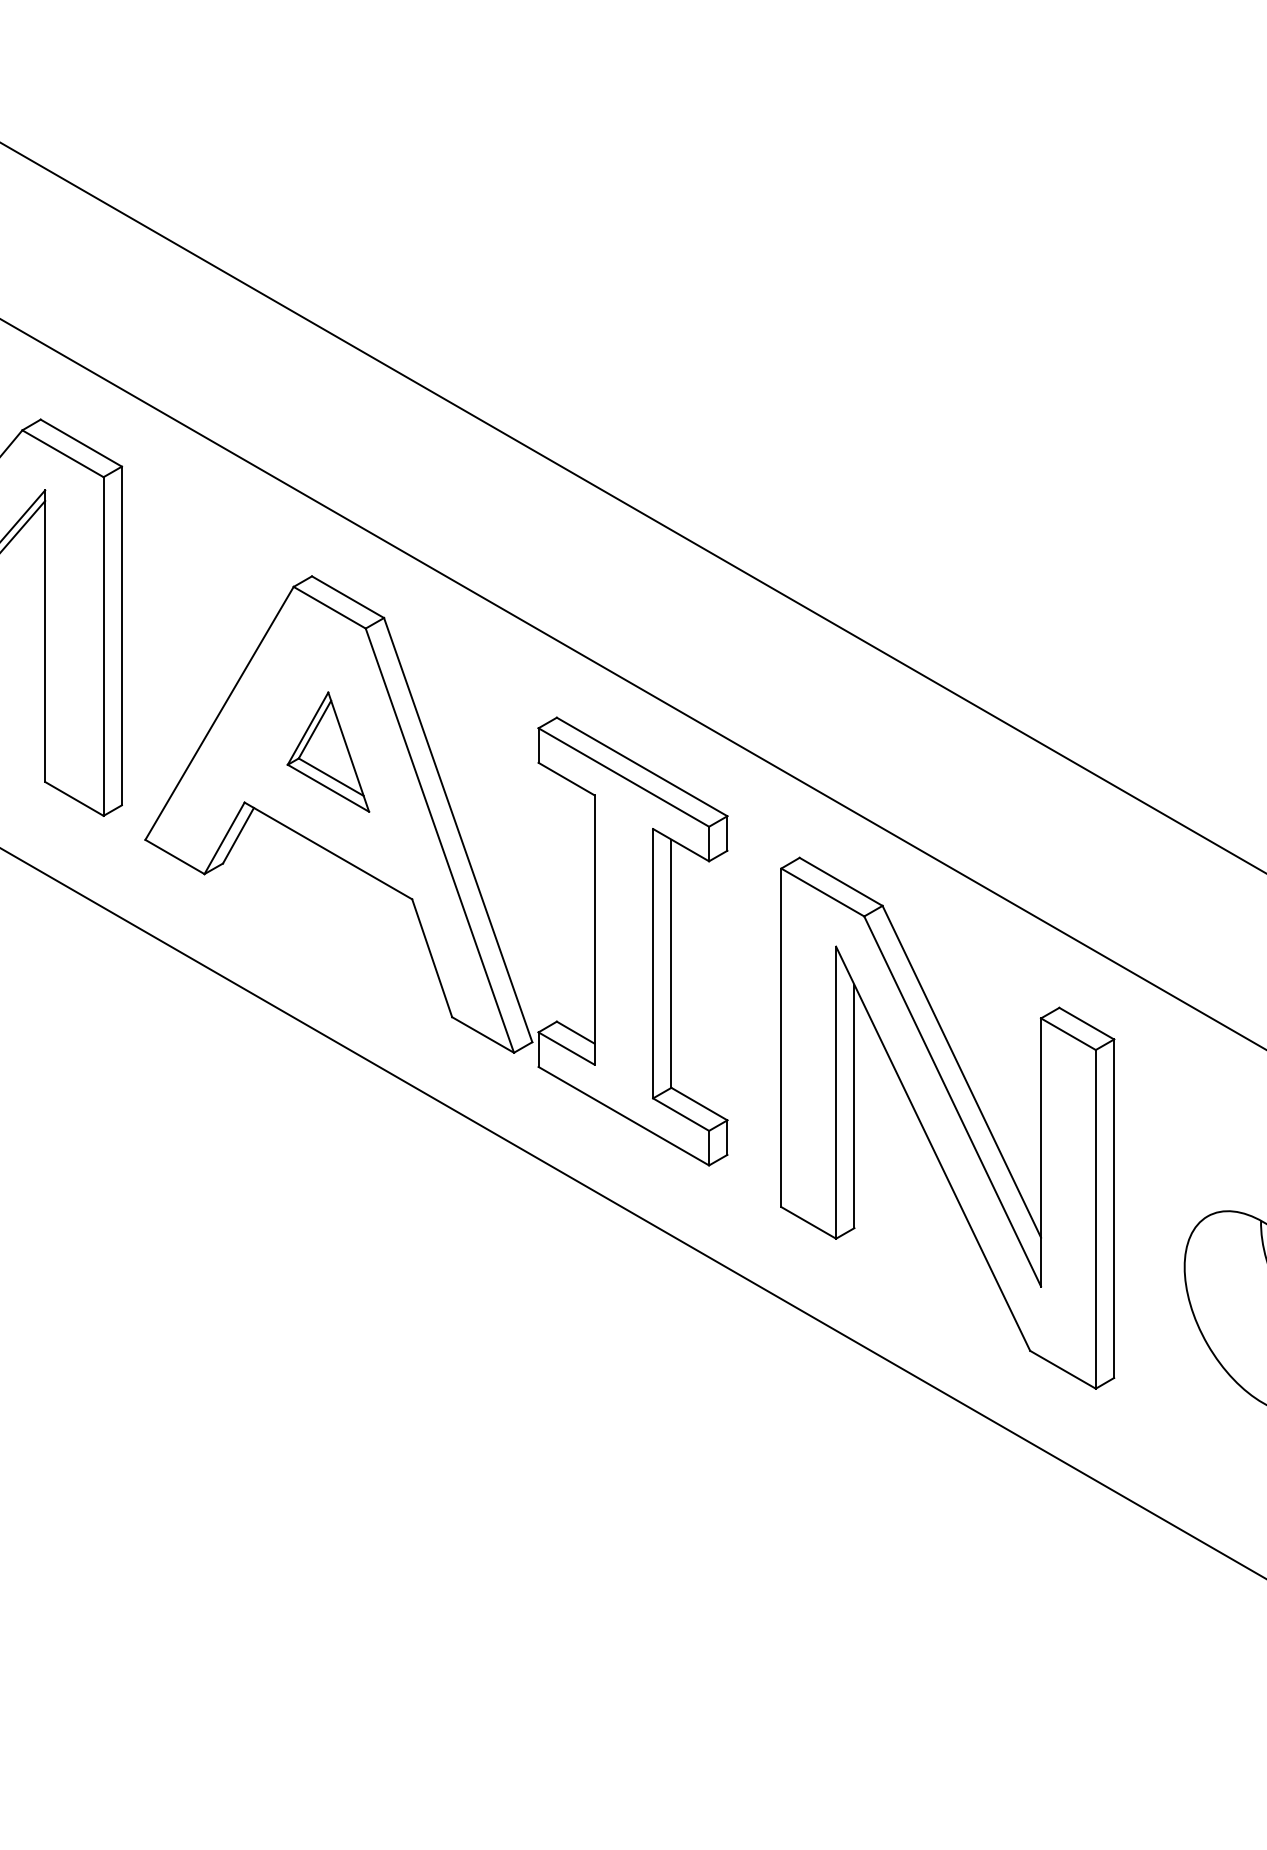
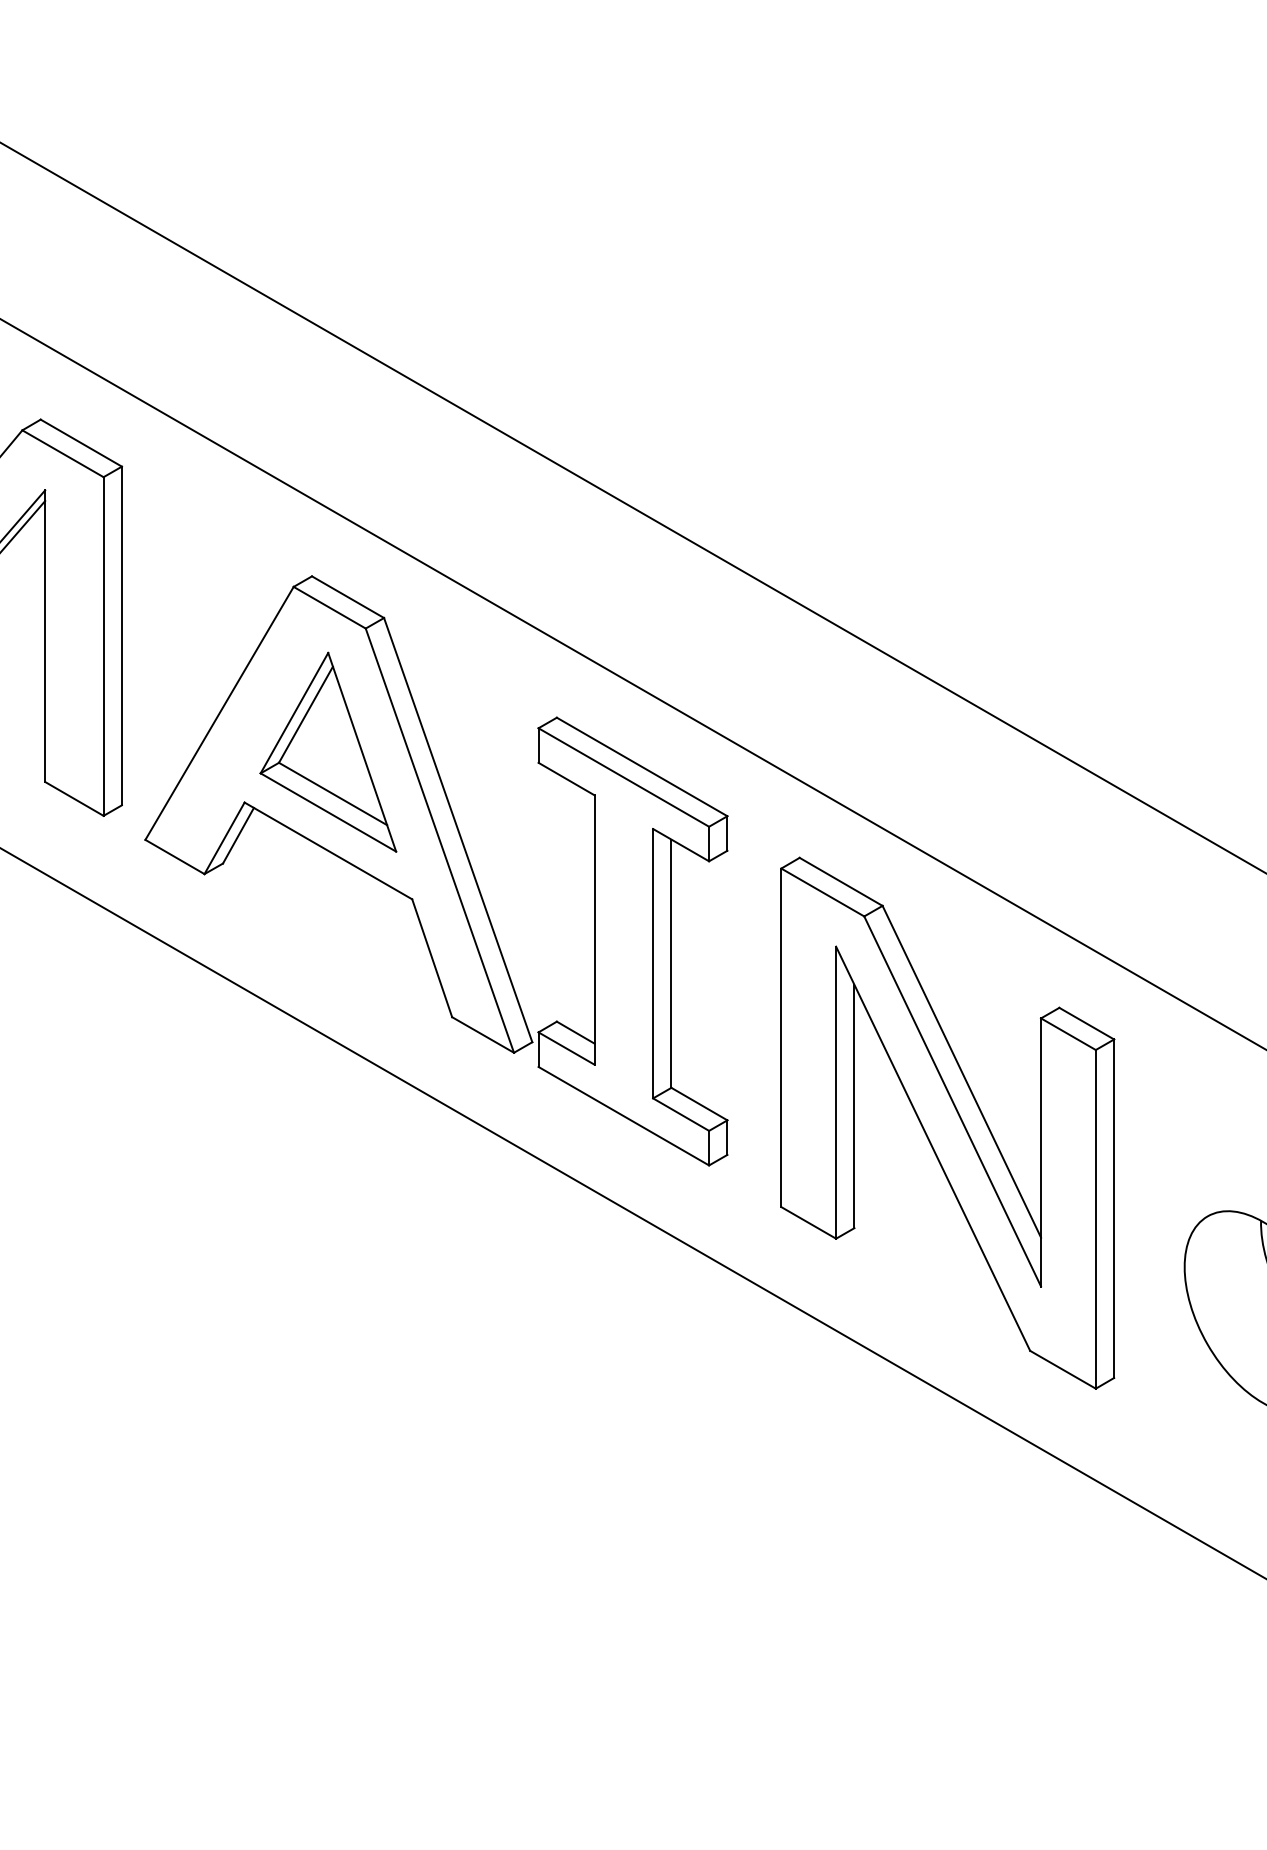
part at (328, 751) size: 85x122 px -> 139x202 px
